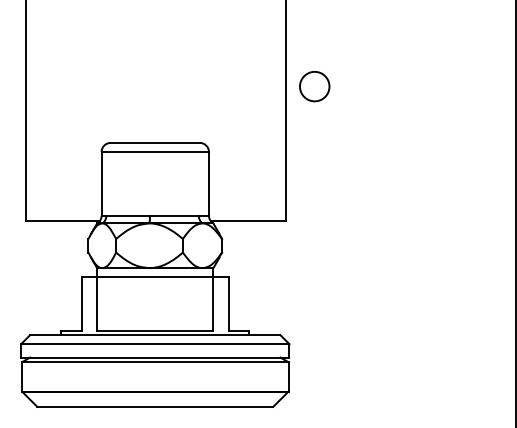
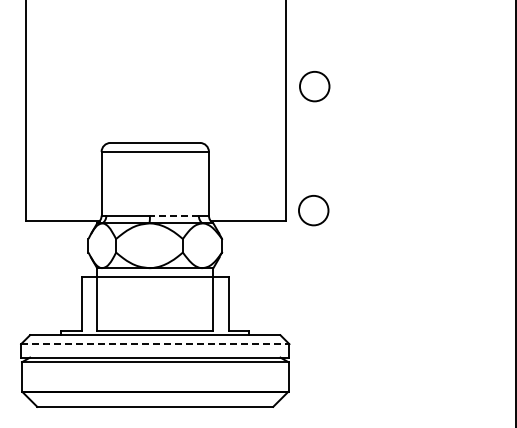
circle at (313, 210): none -> present
line at (173, 215): solid -> dashed
line at (155, 344): solid -> dashed
